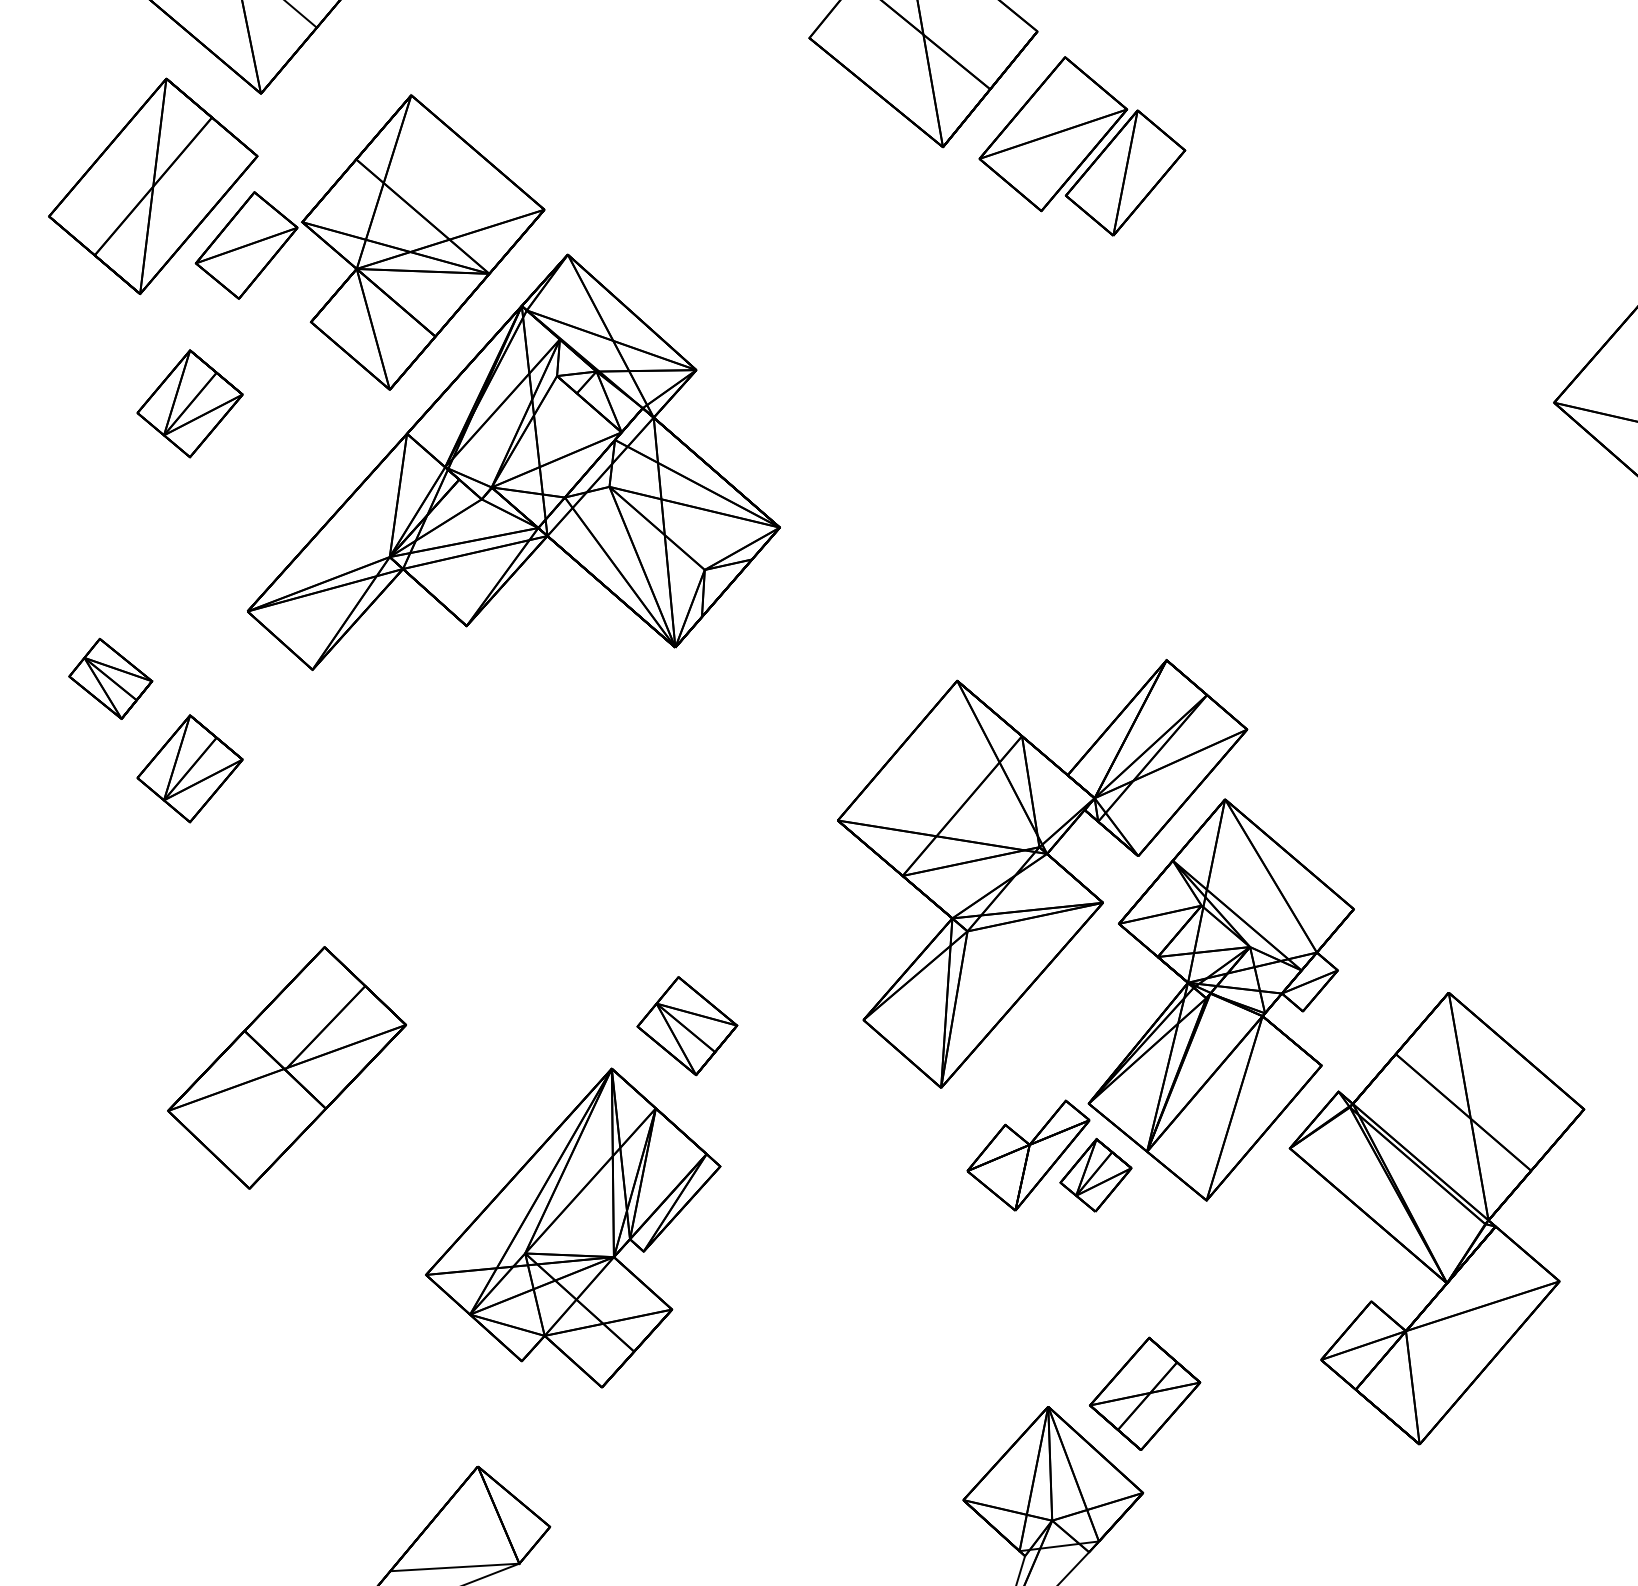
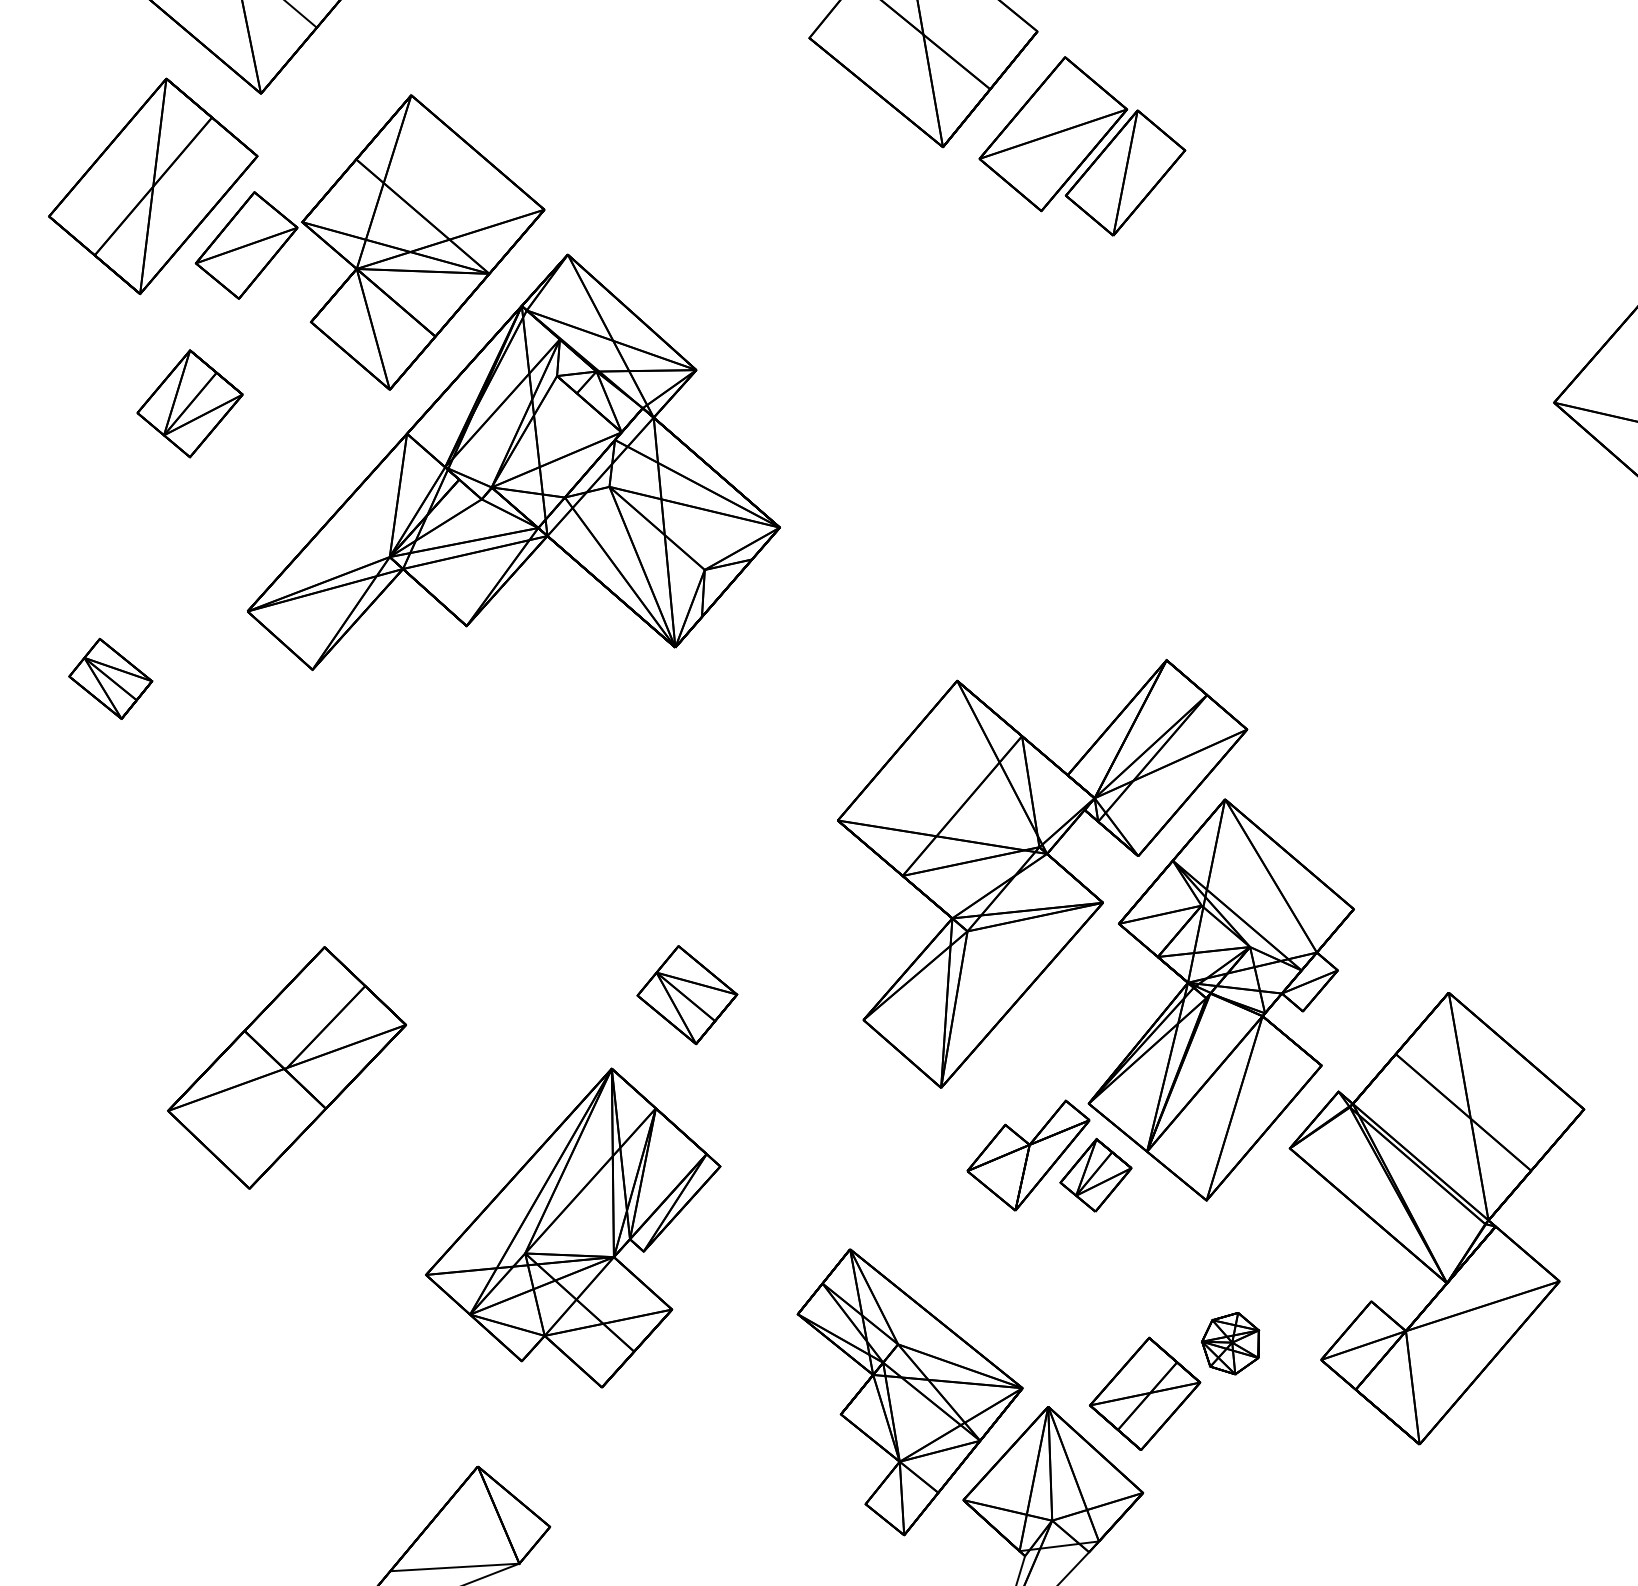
part at (189, 768): present -> none
part at (687, 1026) position: (687, 1026) -> (687, 995)
part at (1230, 1343): none -> present
part at (909, 1392): none -> present
